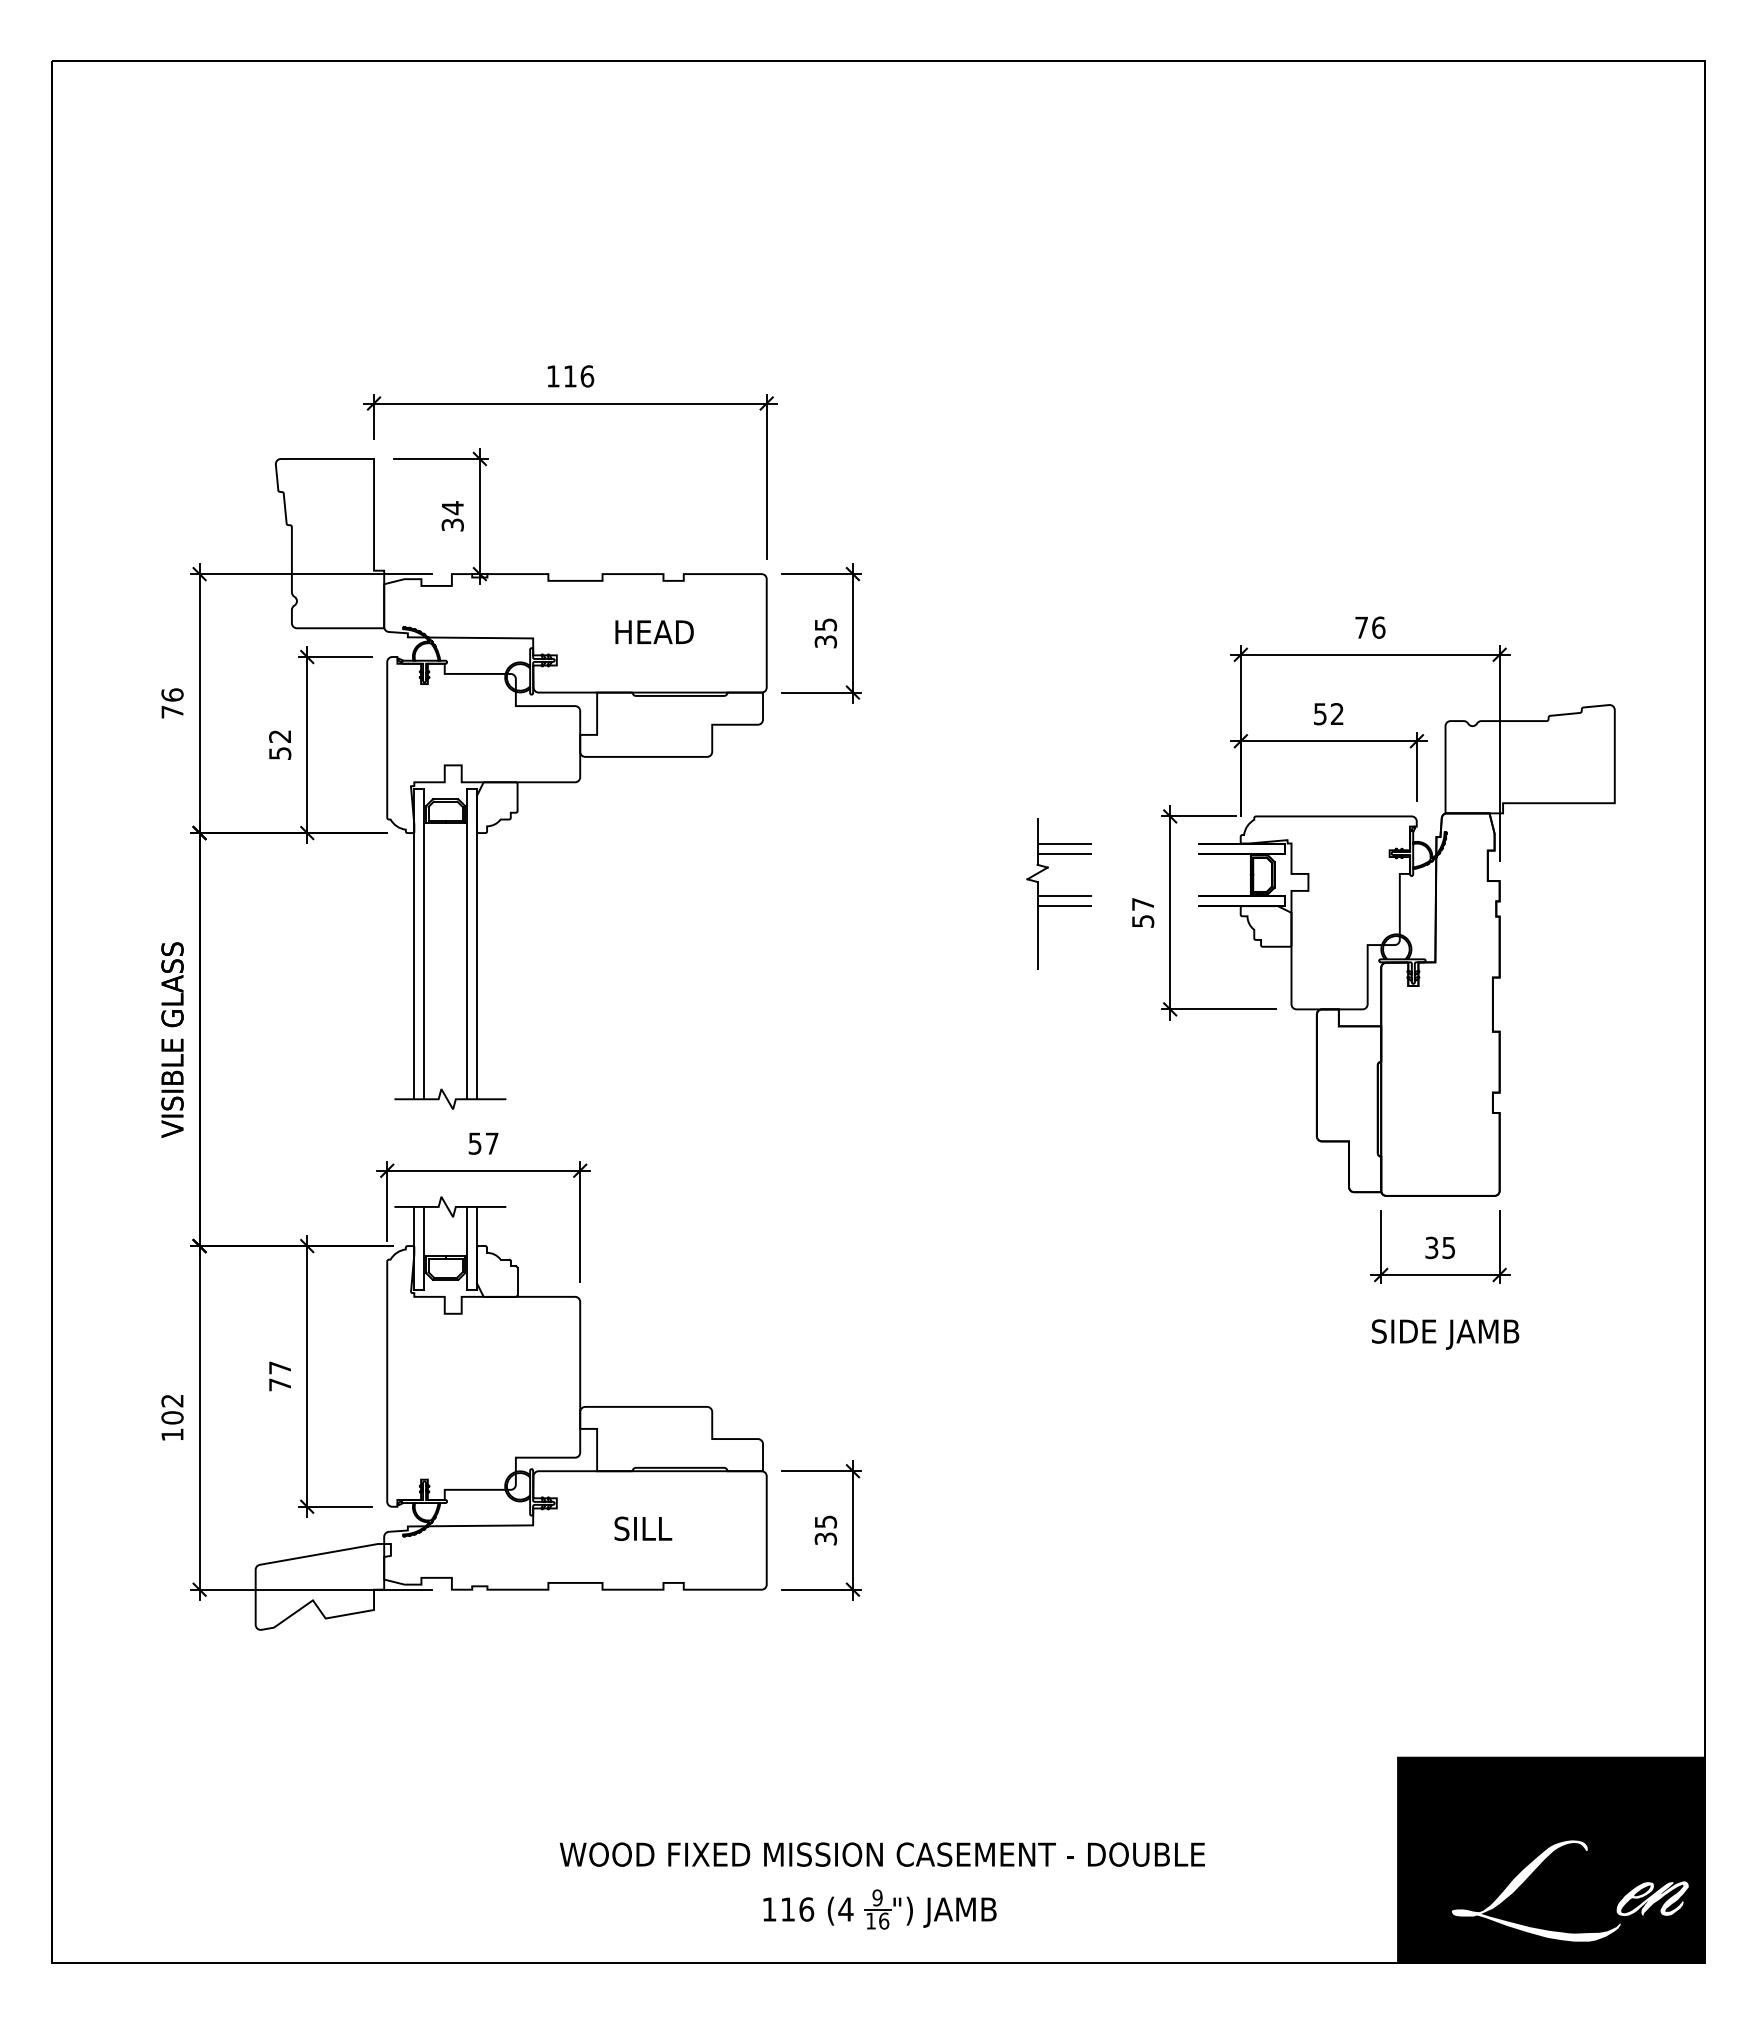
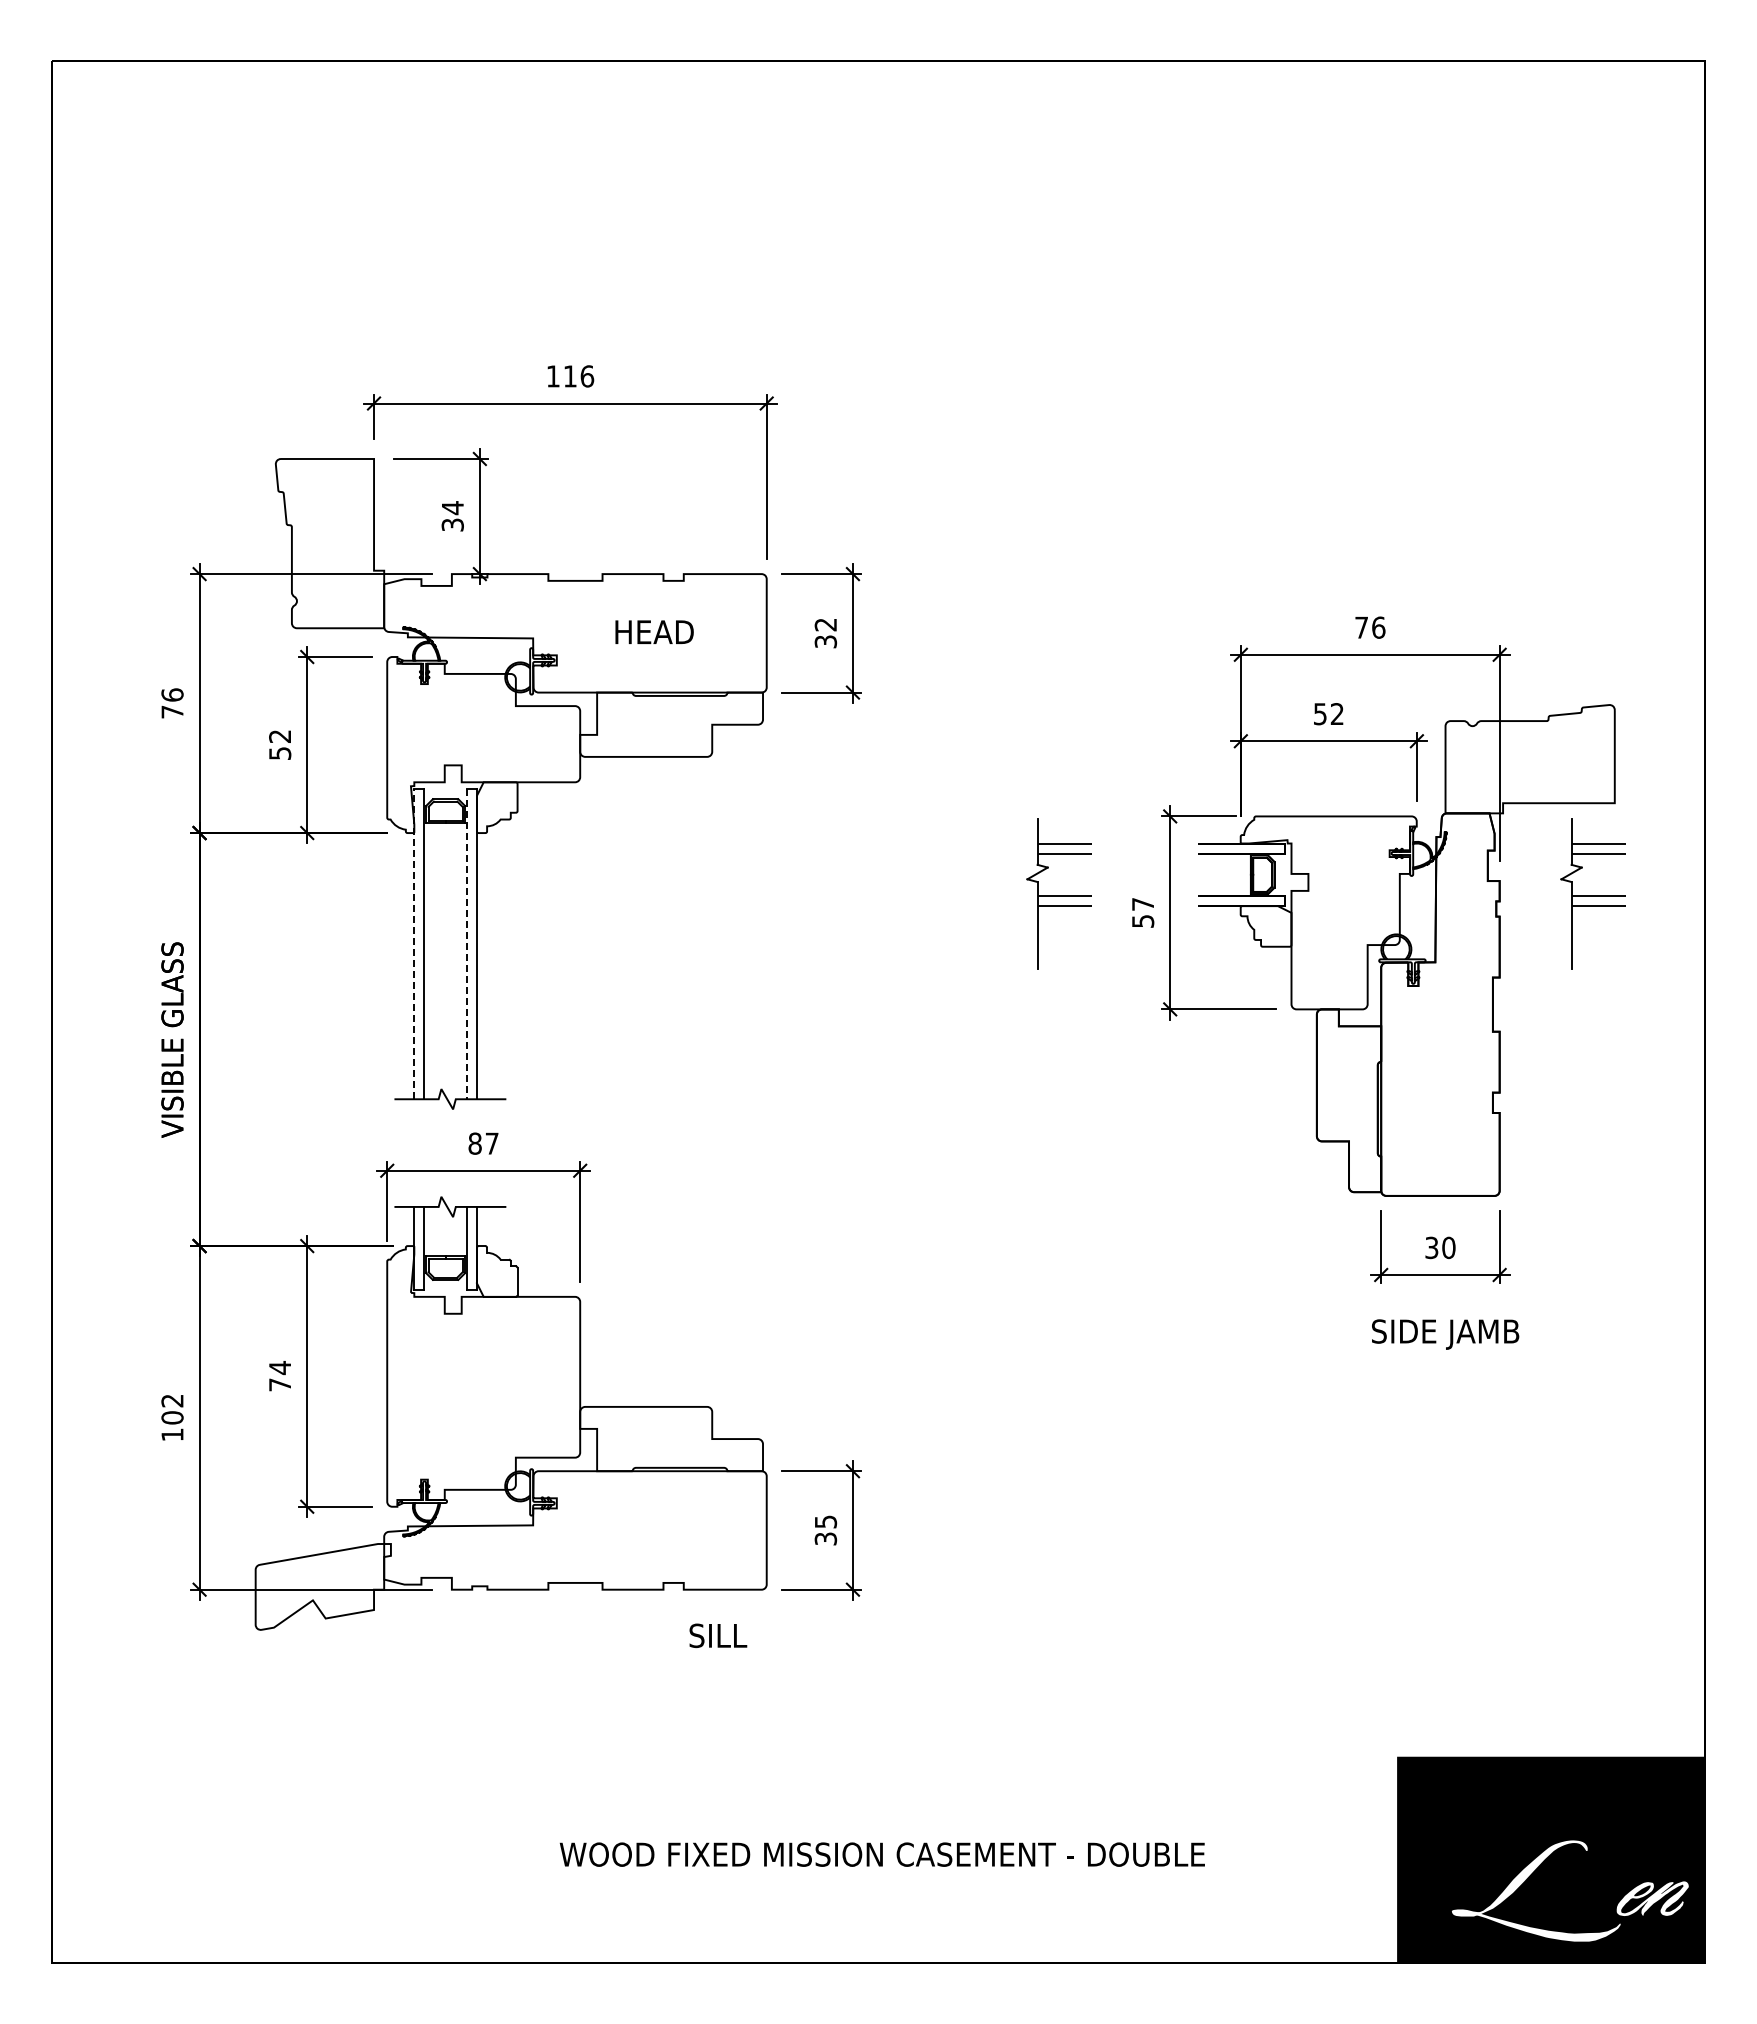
text at (825, 624): 35 -> 32
part at (1592, 893): none -> present
line at (414, 943): solid -> dashed
line at (466, 944): solid -> dashed
text at (474, 1143): 57 -> 87
text at (1448, 1247): 35 -> 30
text at (279, 1368): 77 -> 74
text at (643, 1528) position: (643, 1528) -> (718, 1635)
part at (879, 1909): present -> none
